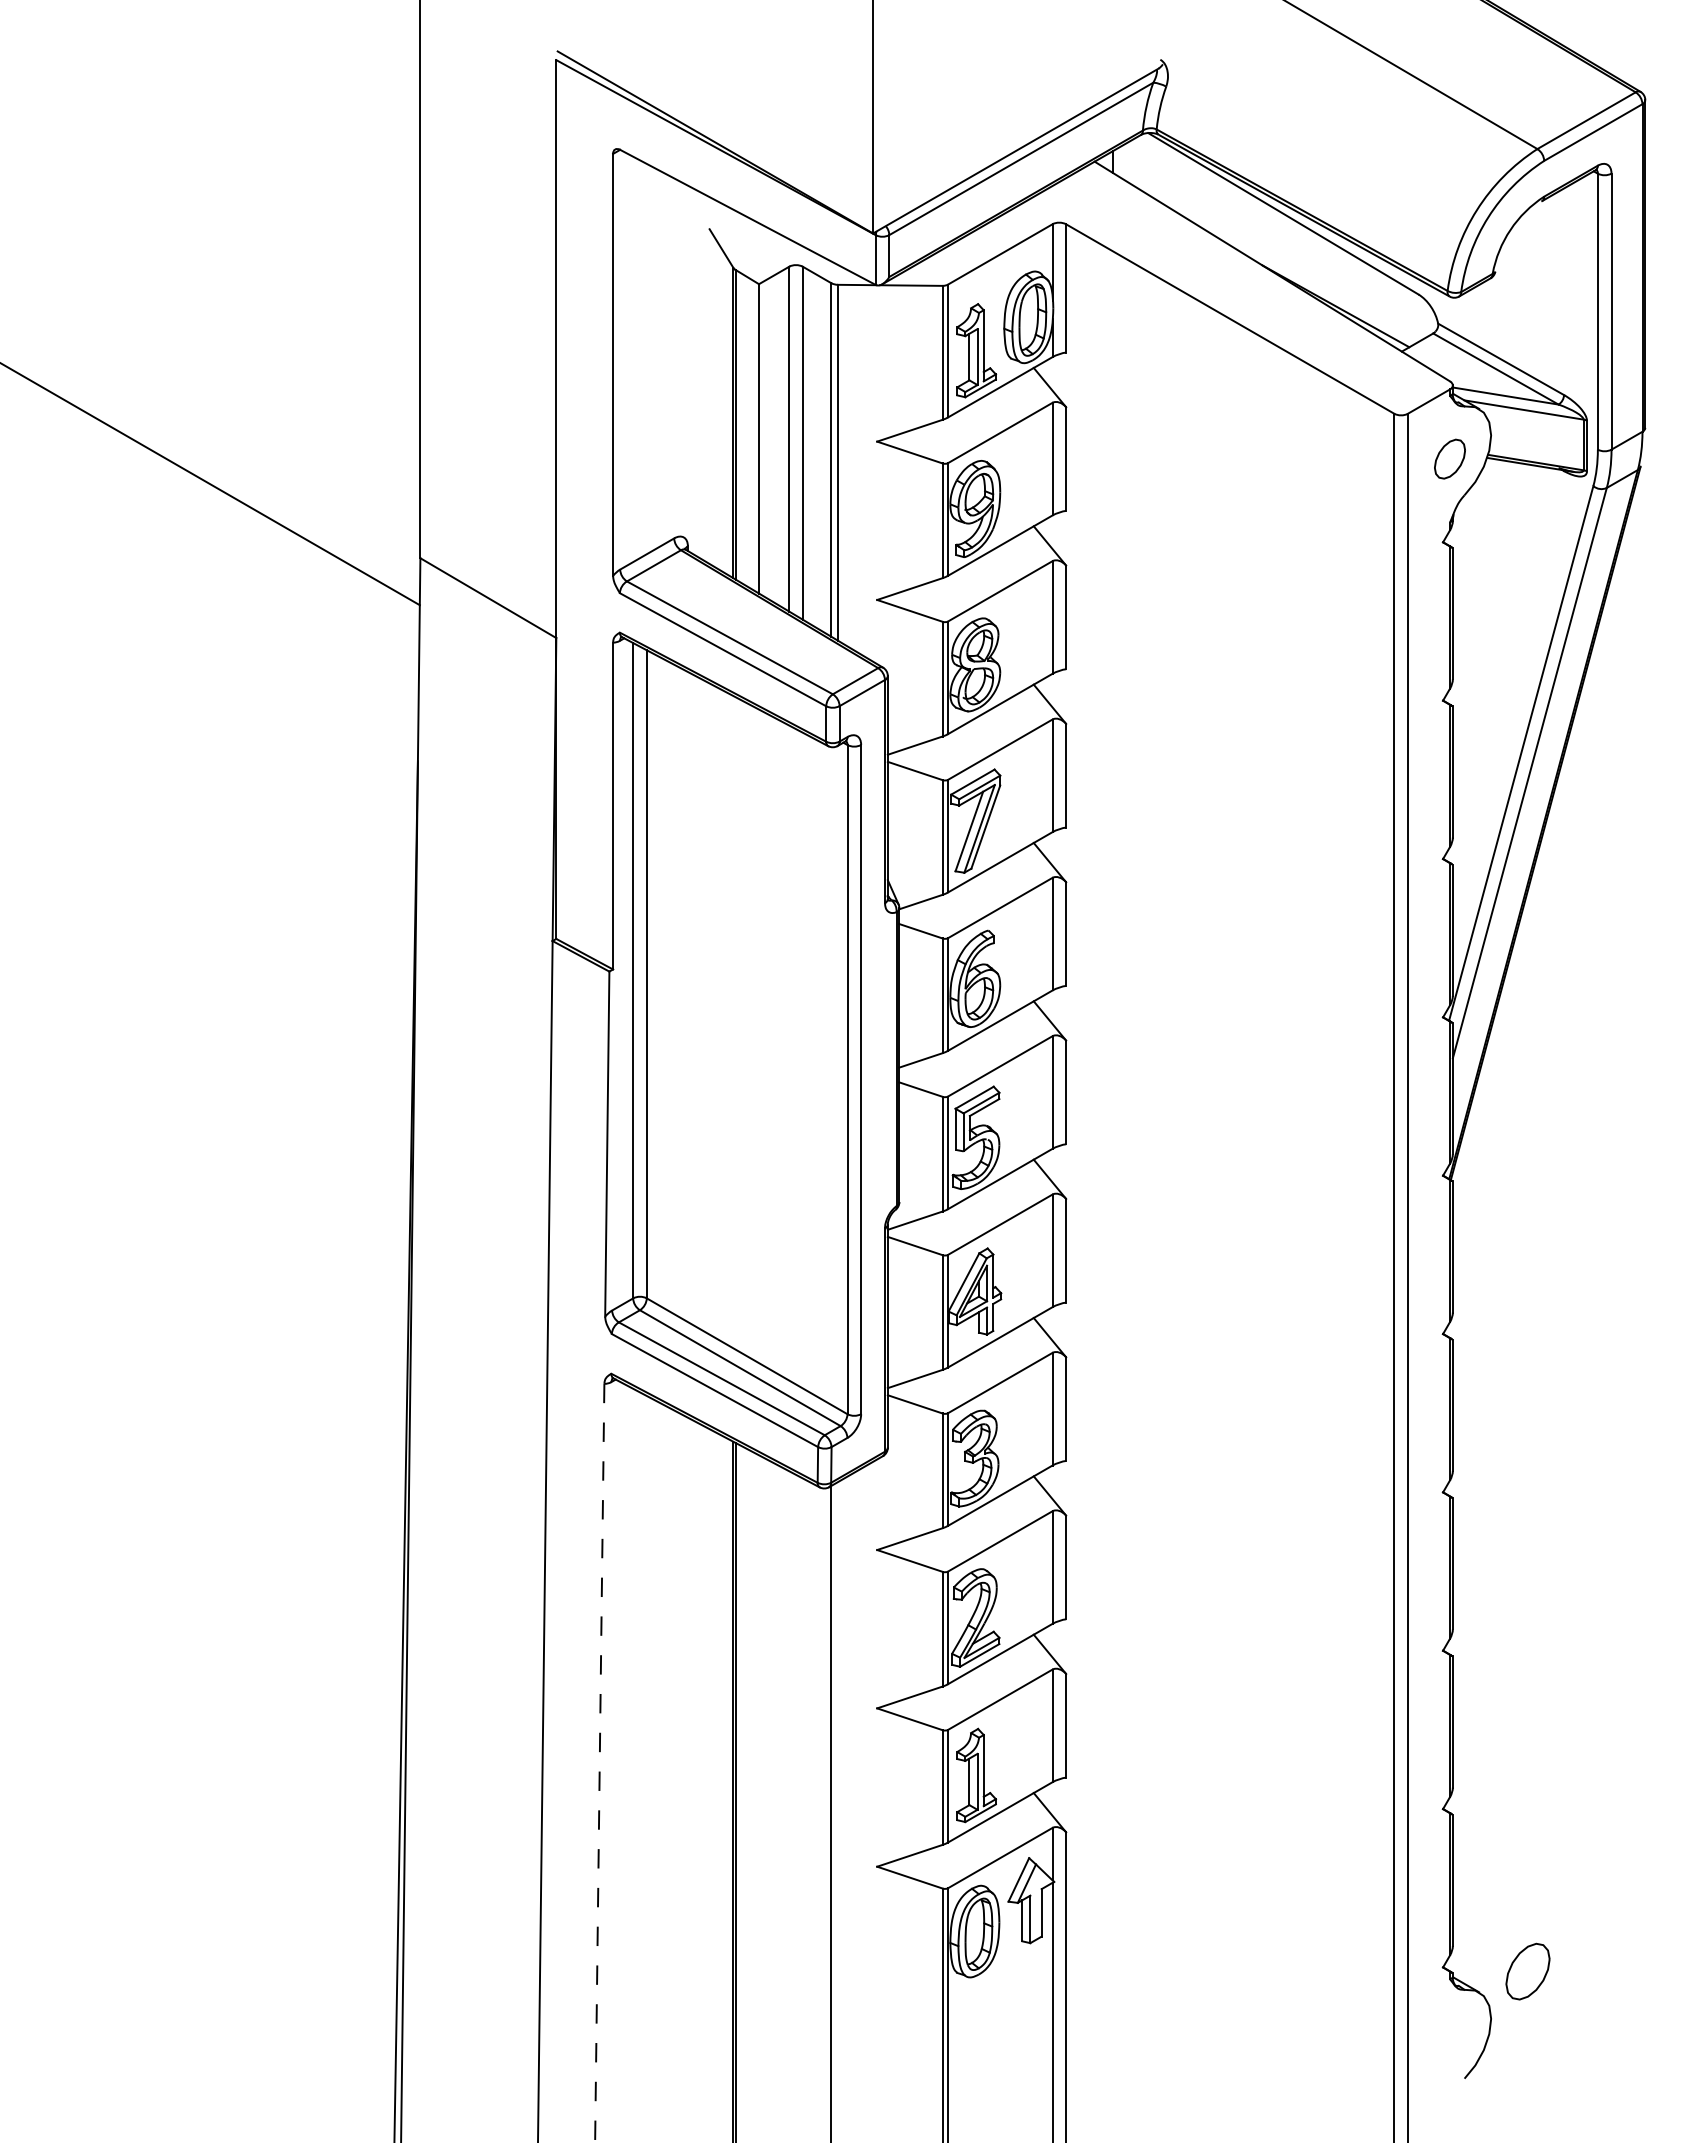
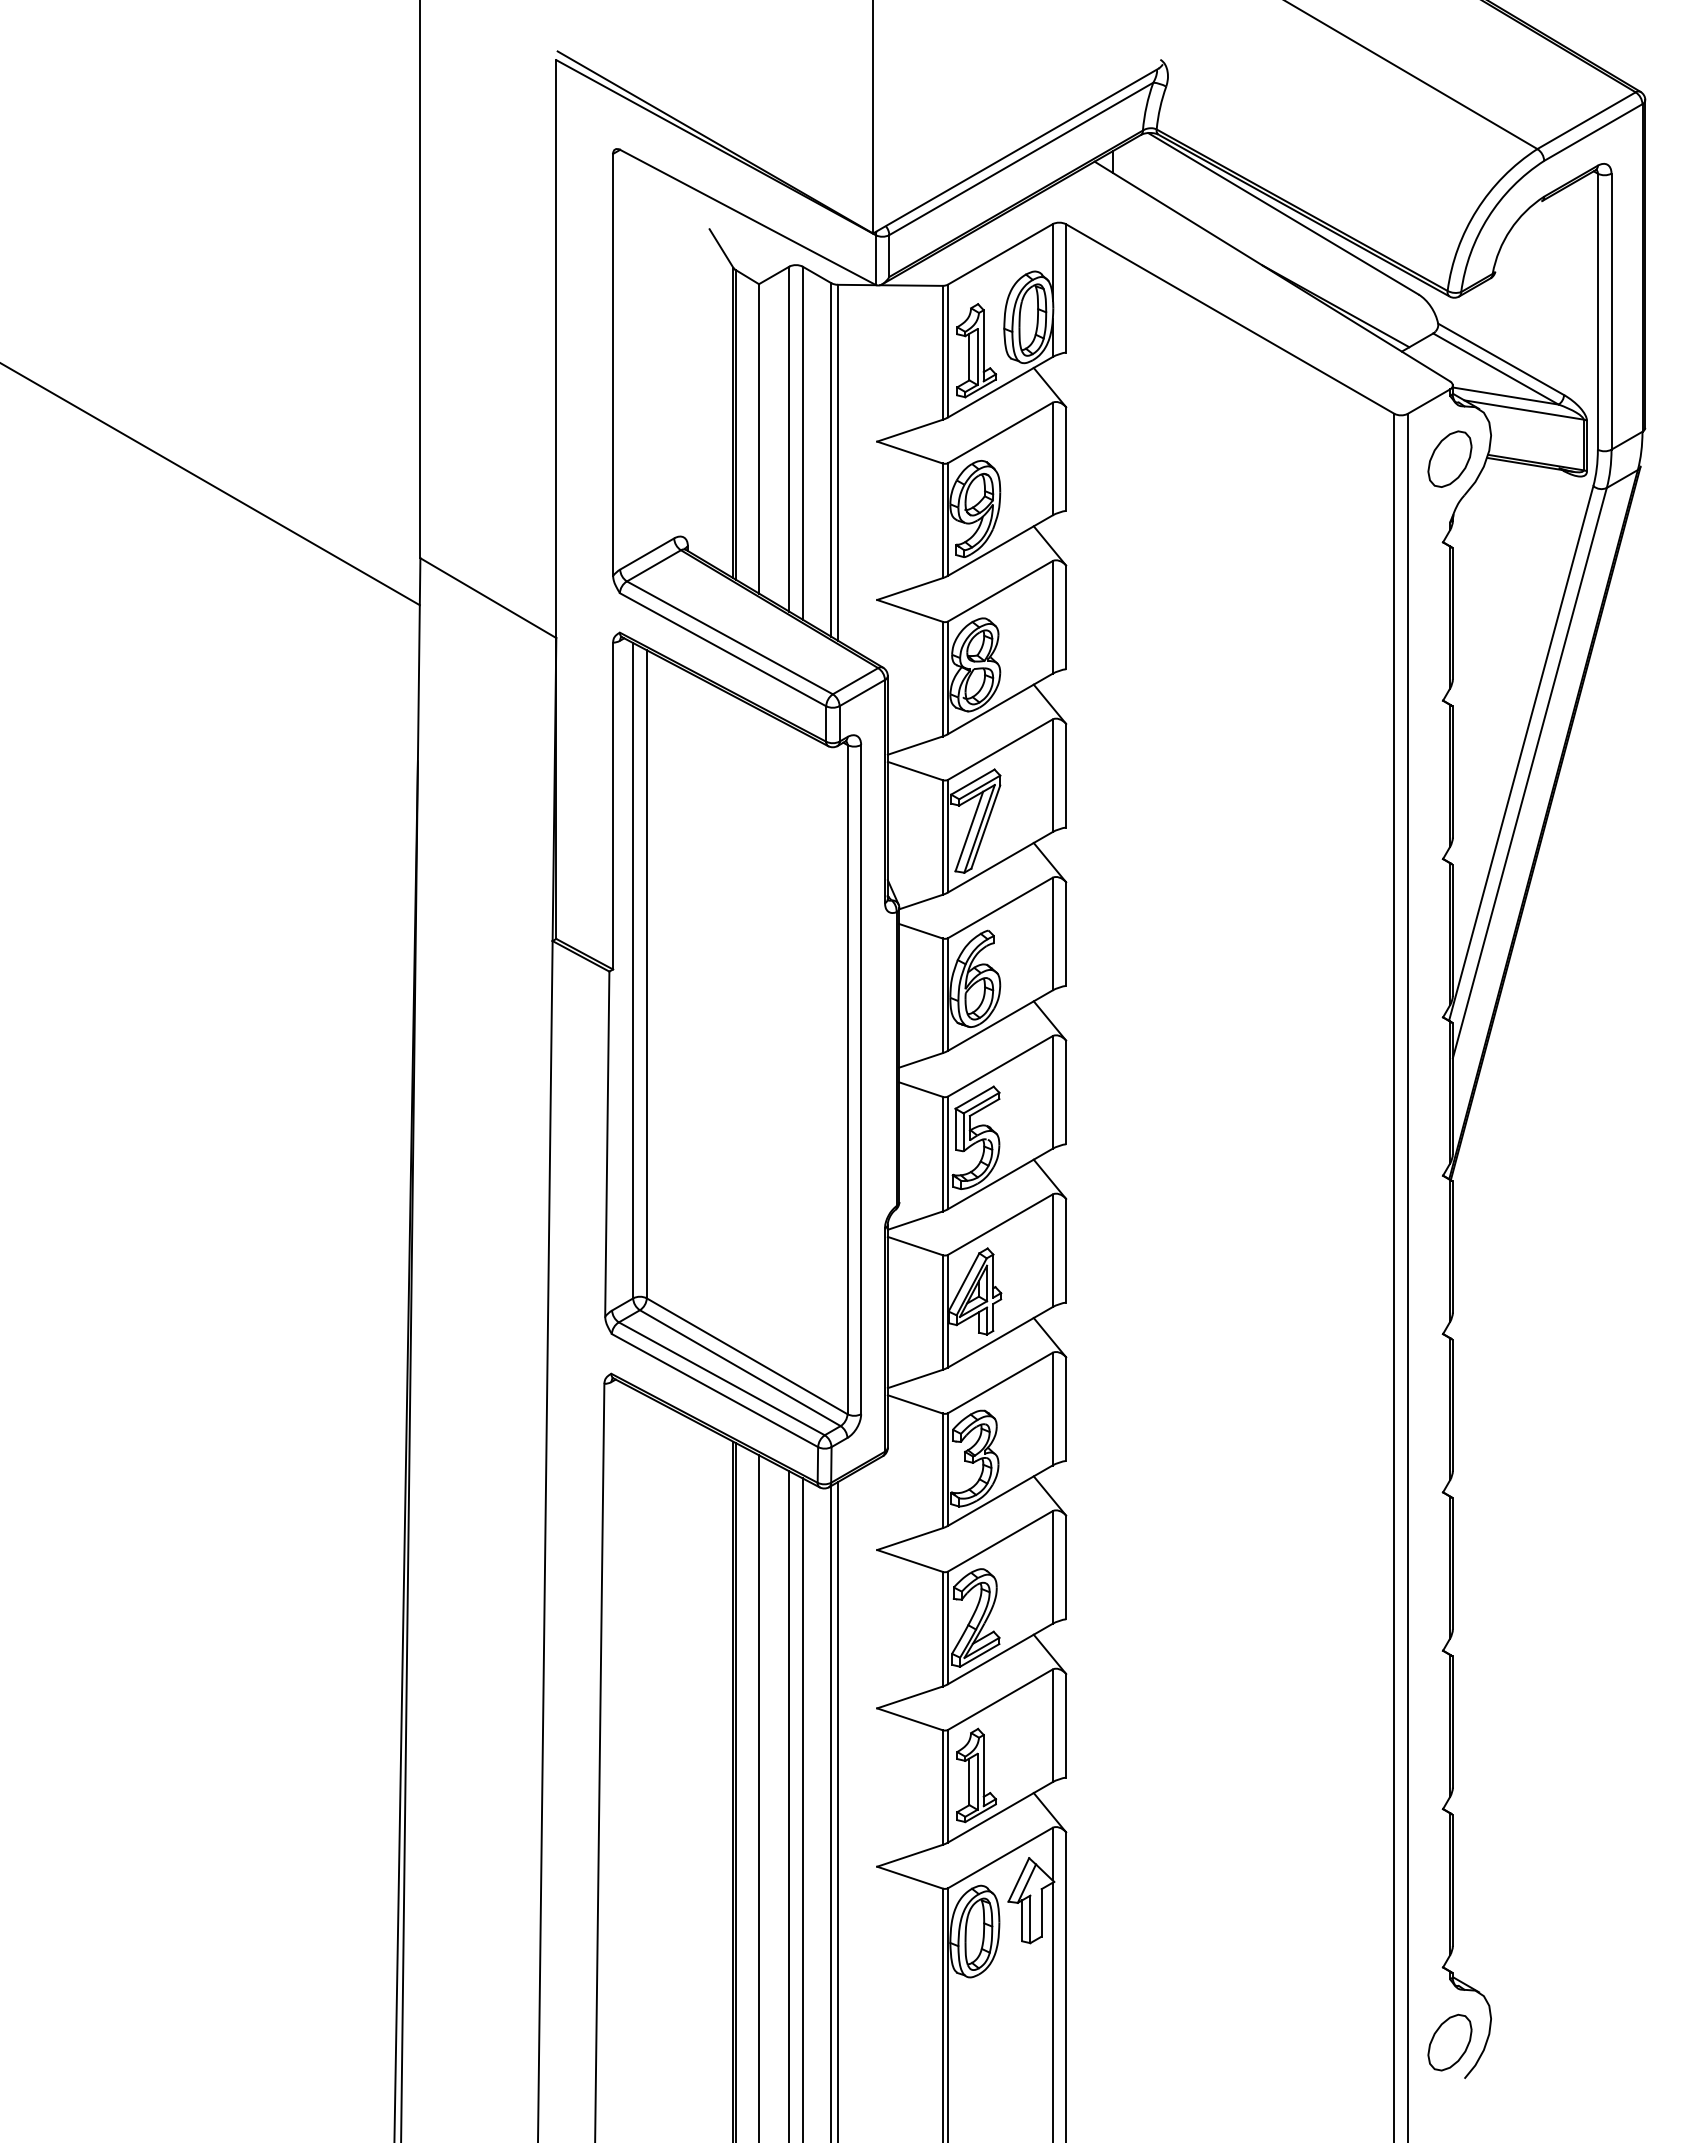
part at (1449, 458) size: 32x42 px -> 46x58 px
line at (599, 1763): dashed -> solid
line at (759, 1797): none -> present
line at (789, 1805): none -> present
line at (802, 1808): none -> present
line at (838, 1810): none -> present
part at (1527, 1971) position: (1527, 1971) -> (1449, 2042)
